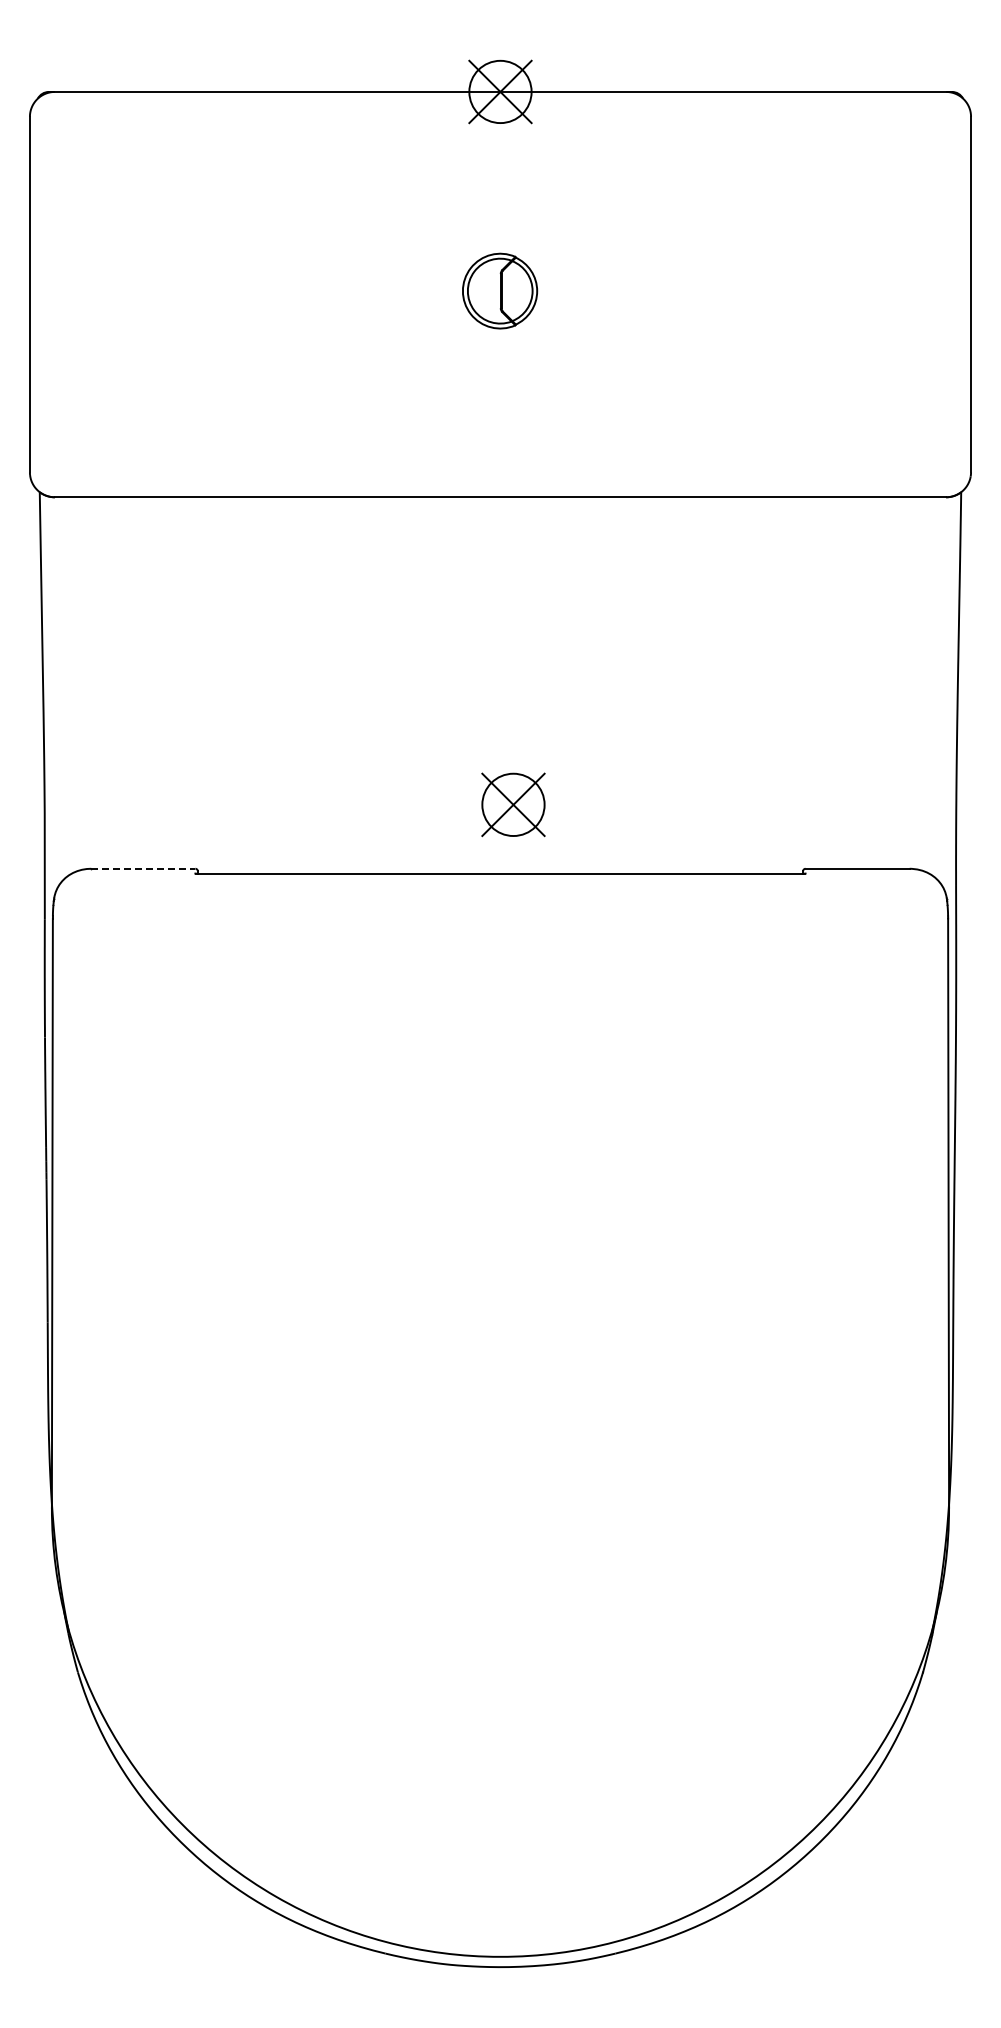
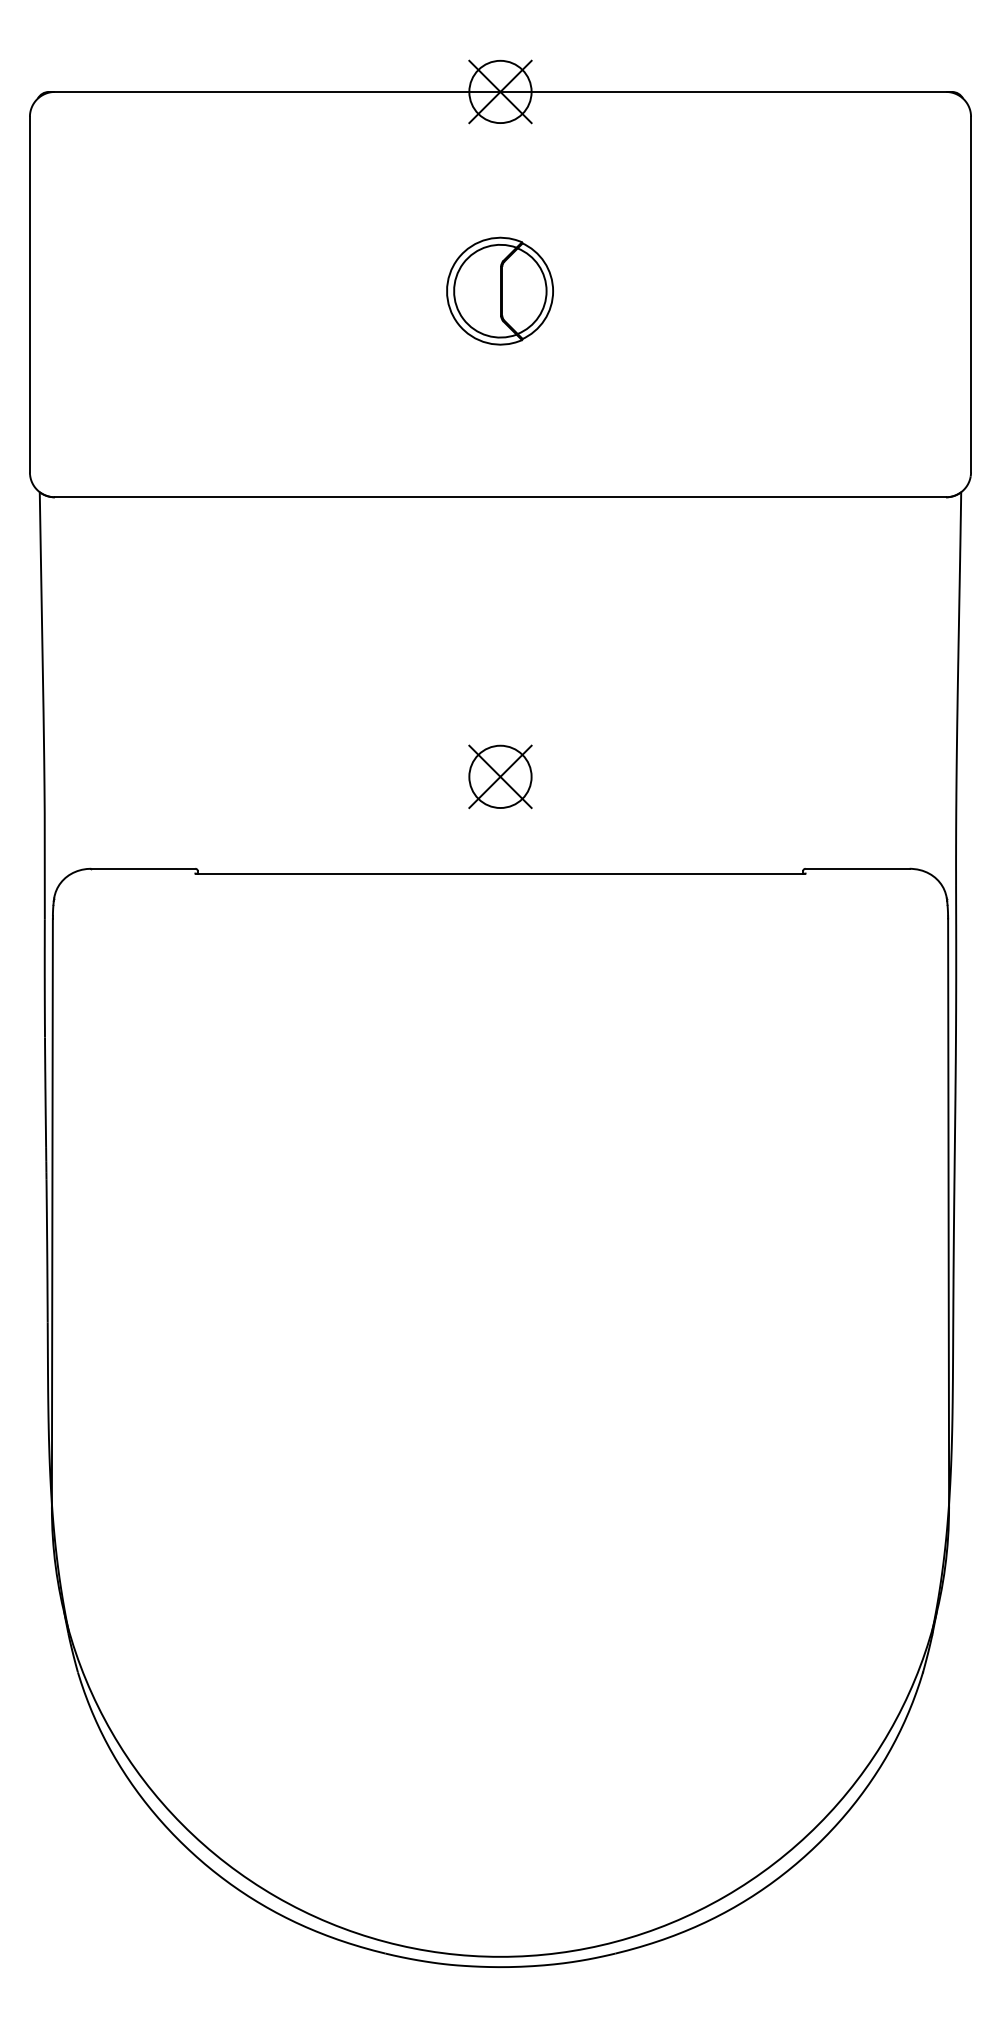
part at (500, 290) size: 77x78 px -> 108x110 px
part at (513, 804) position: (513, 804) -> (500, 776)
line at (143, 868): dashed -> solid
